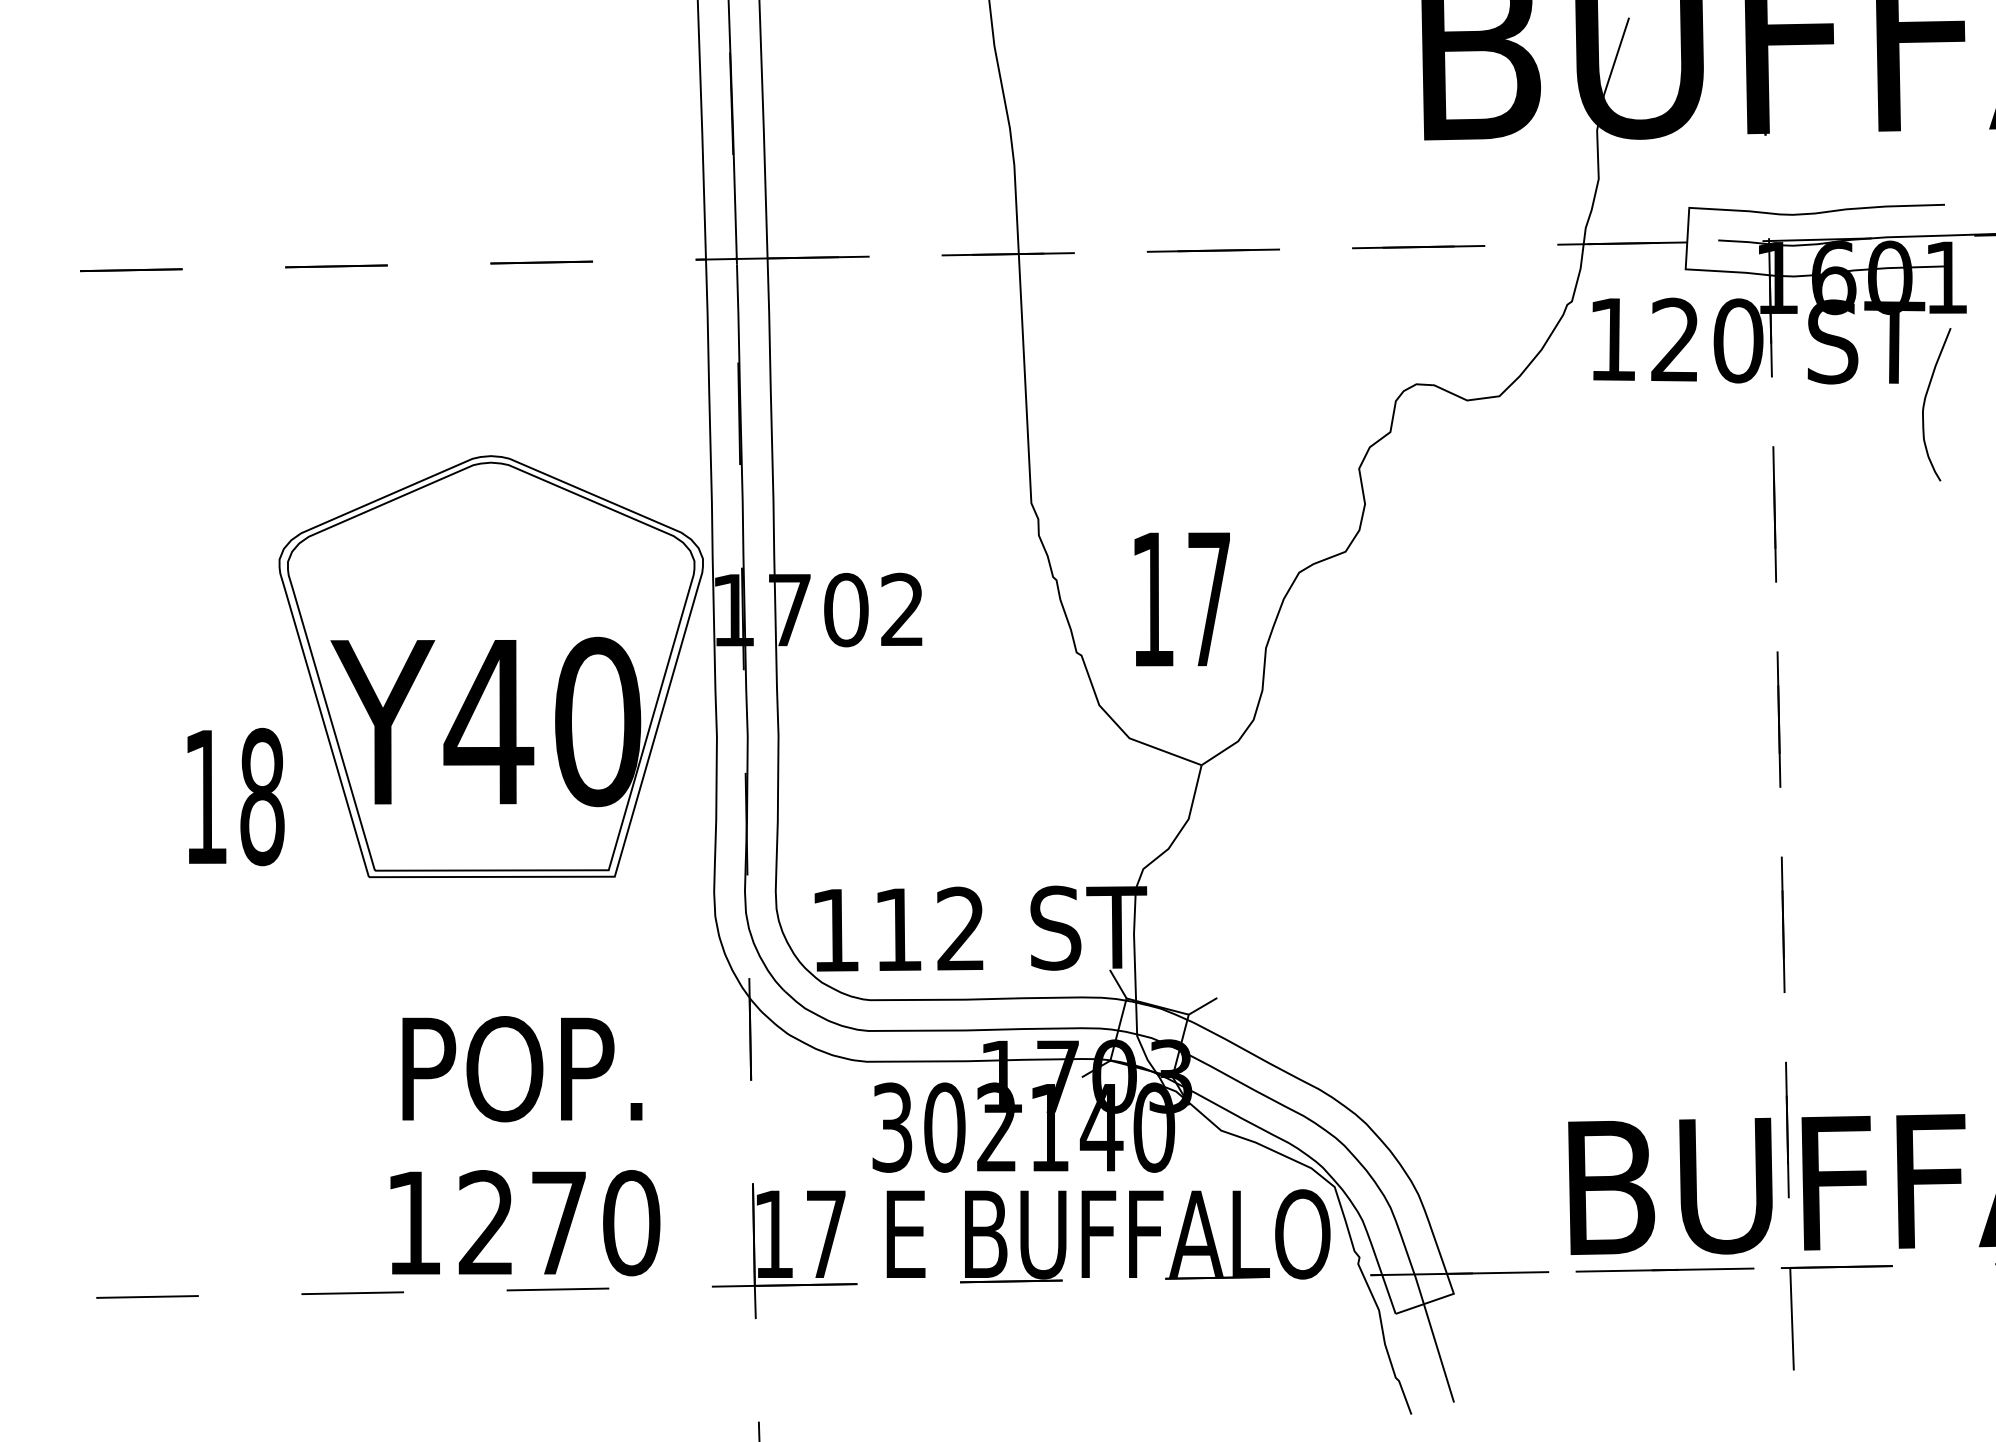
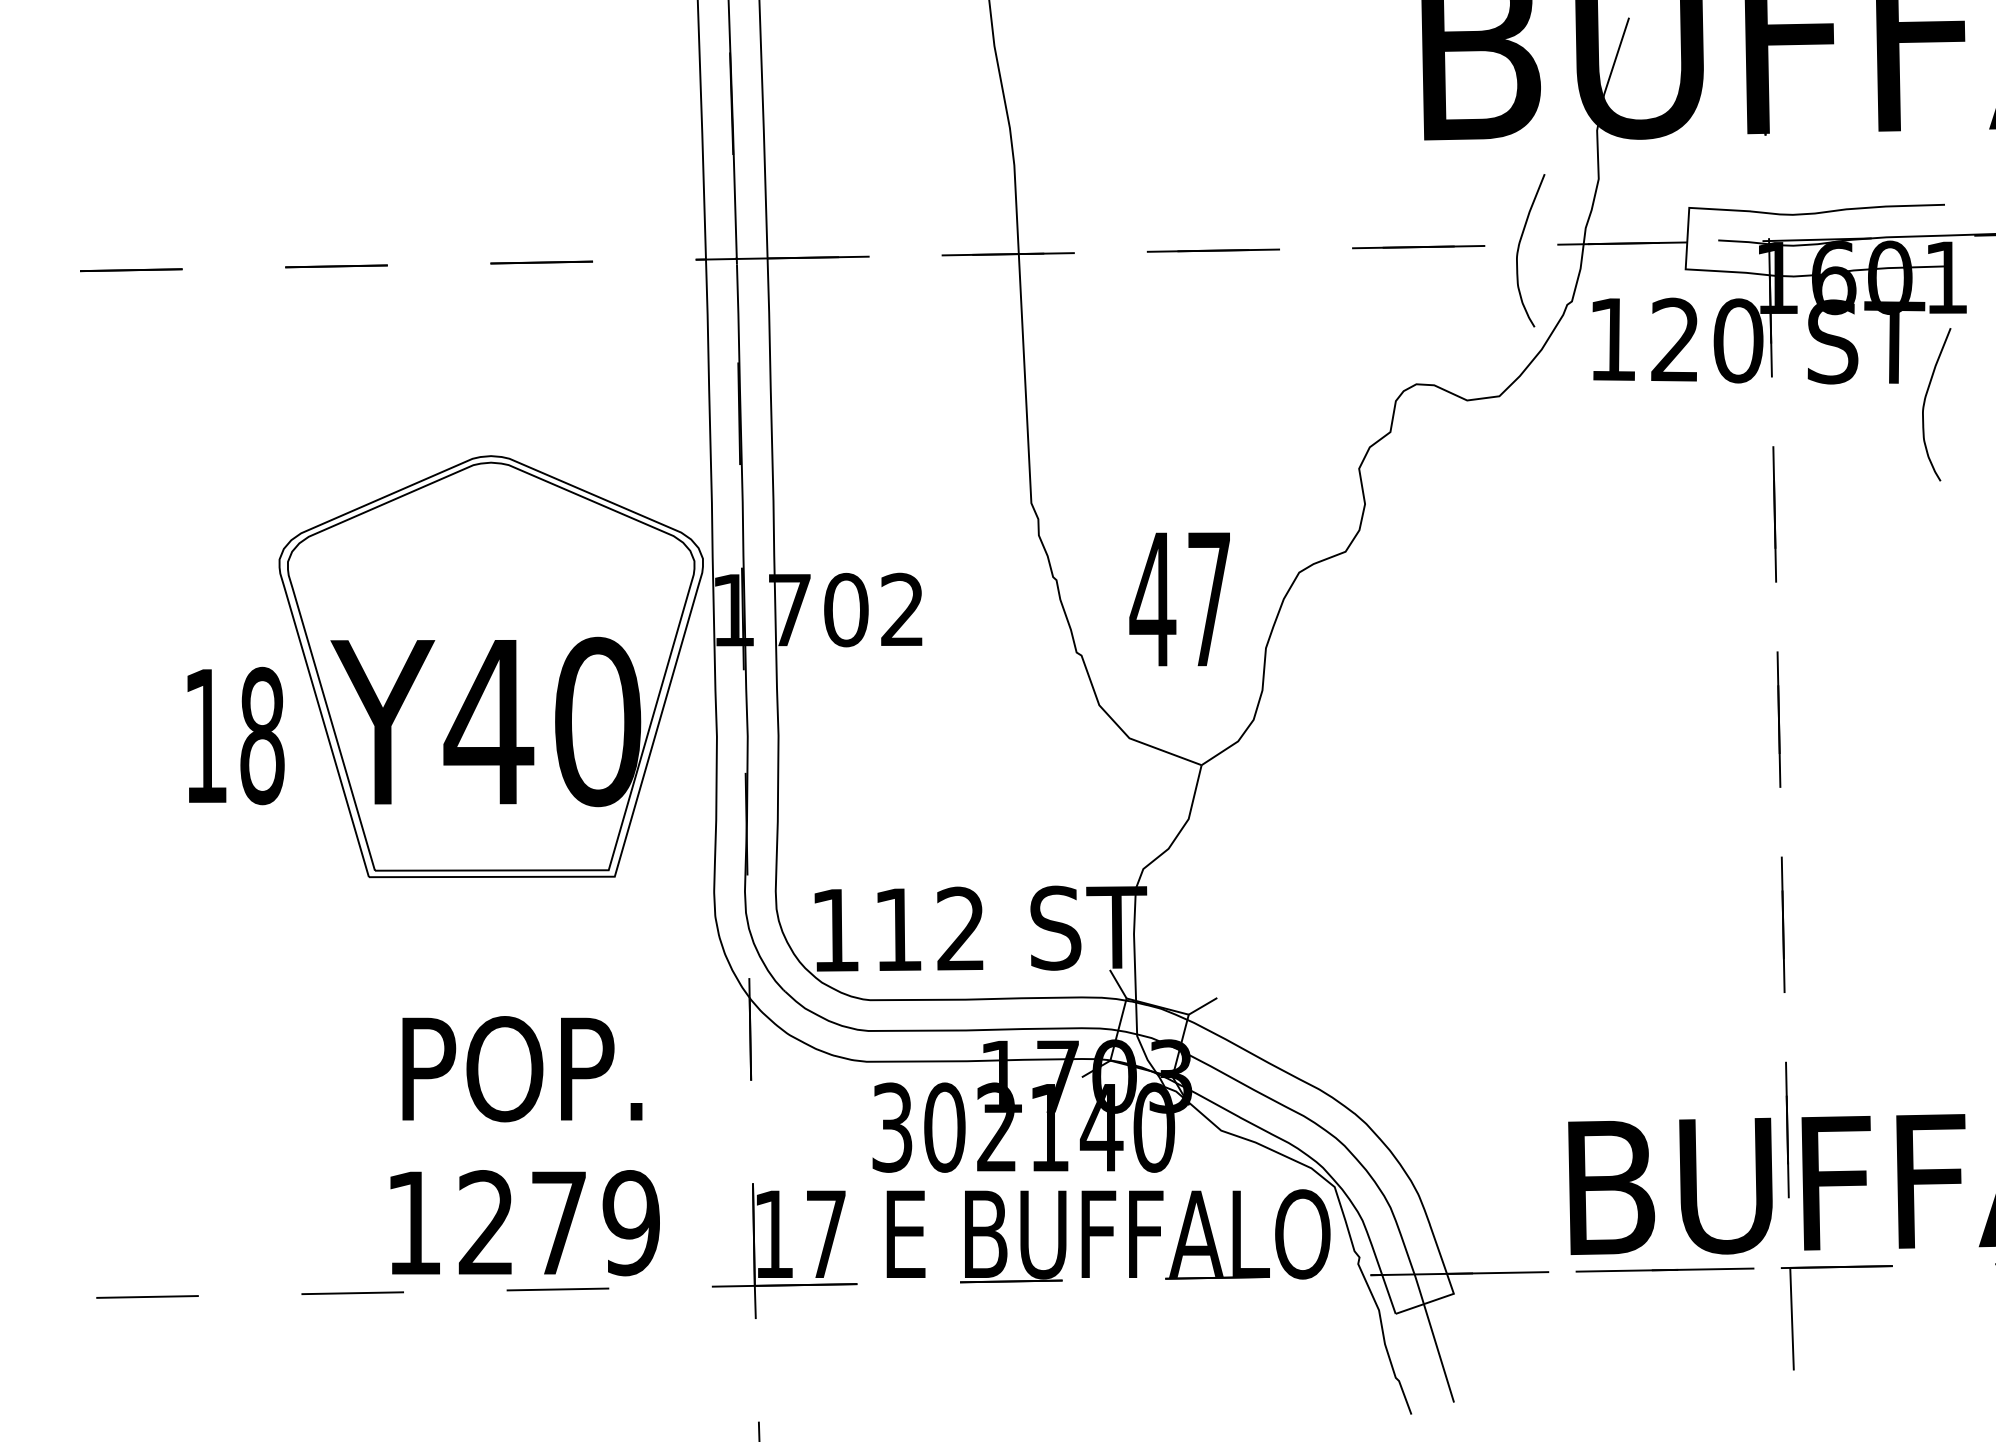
curve at (1519, 249): none -> present
text at (1152, 599): 17 -> 47
text at (235, 796) position: (235, 796) -> (235, 735)
text at (631, 1223): 1270 -> 1279
